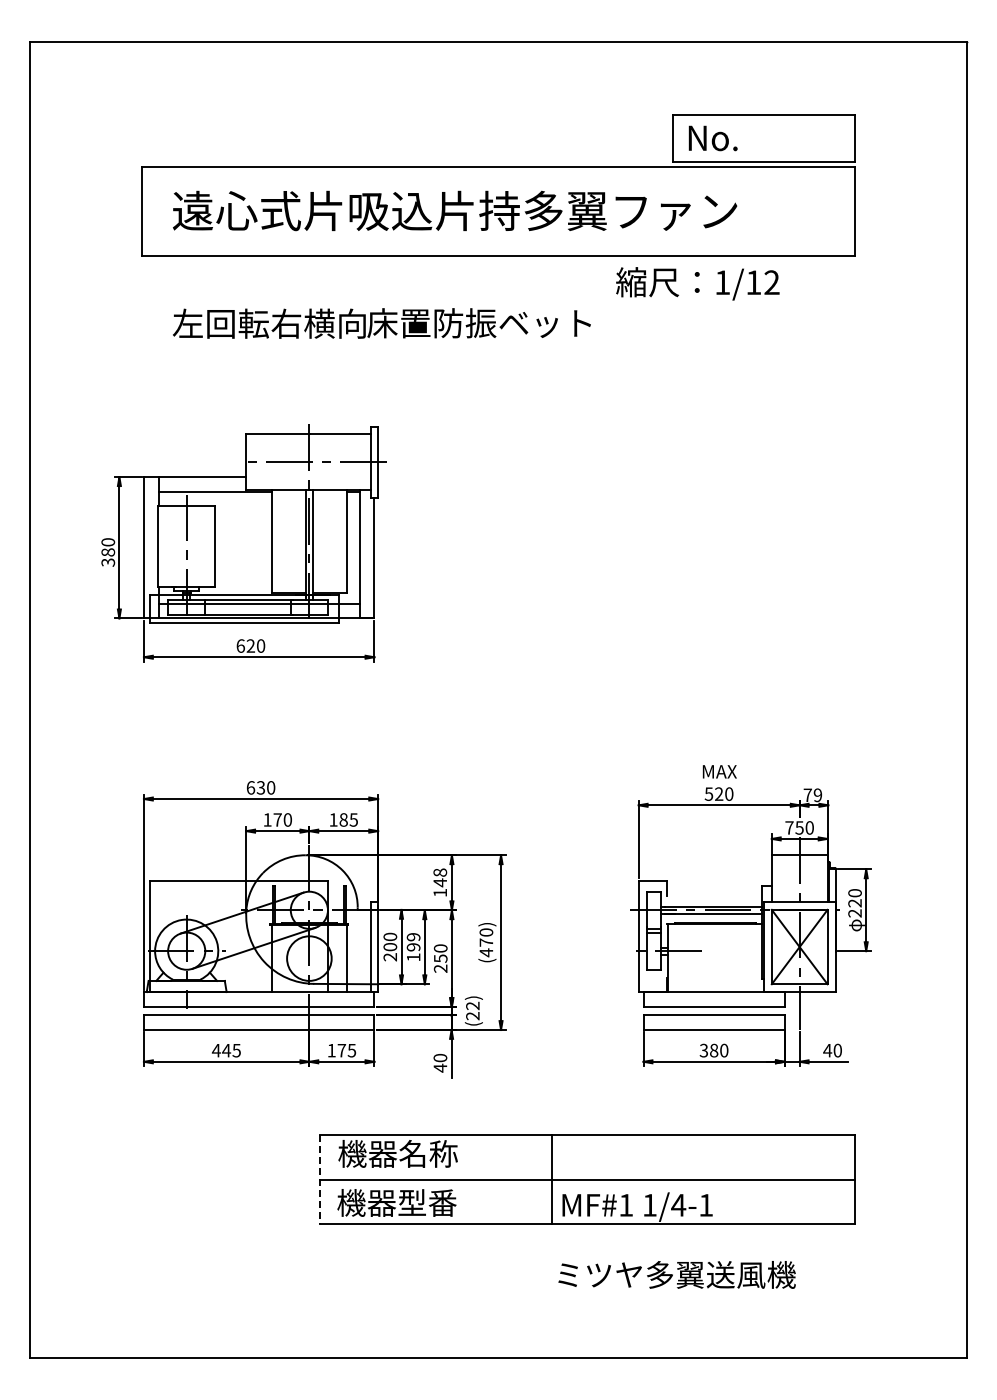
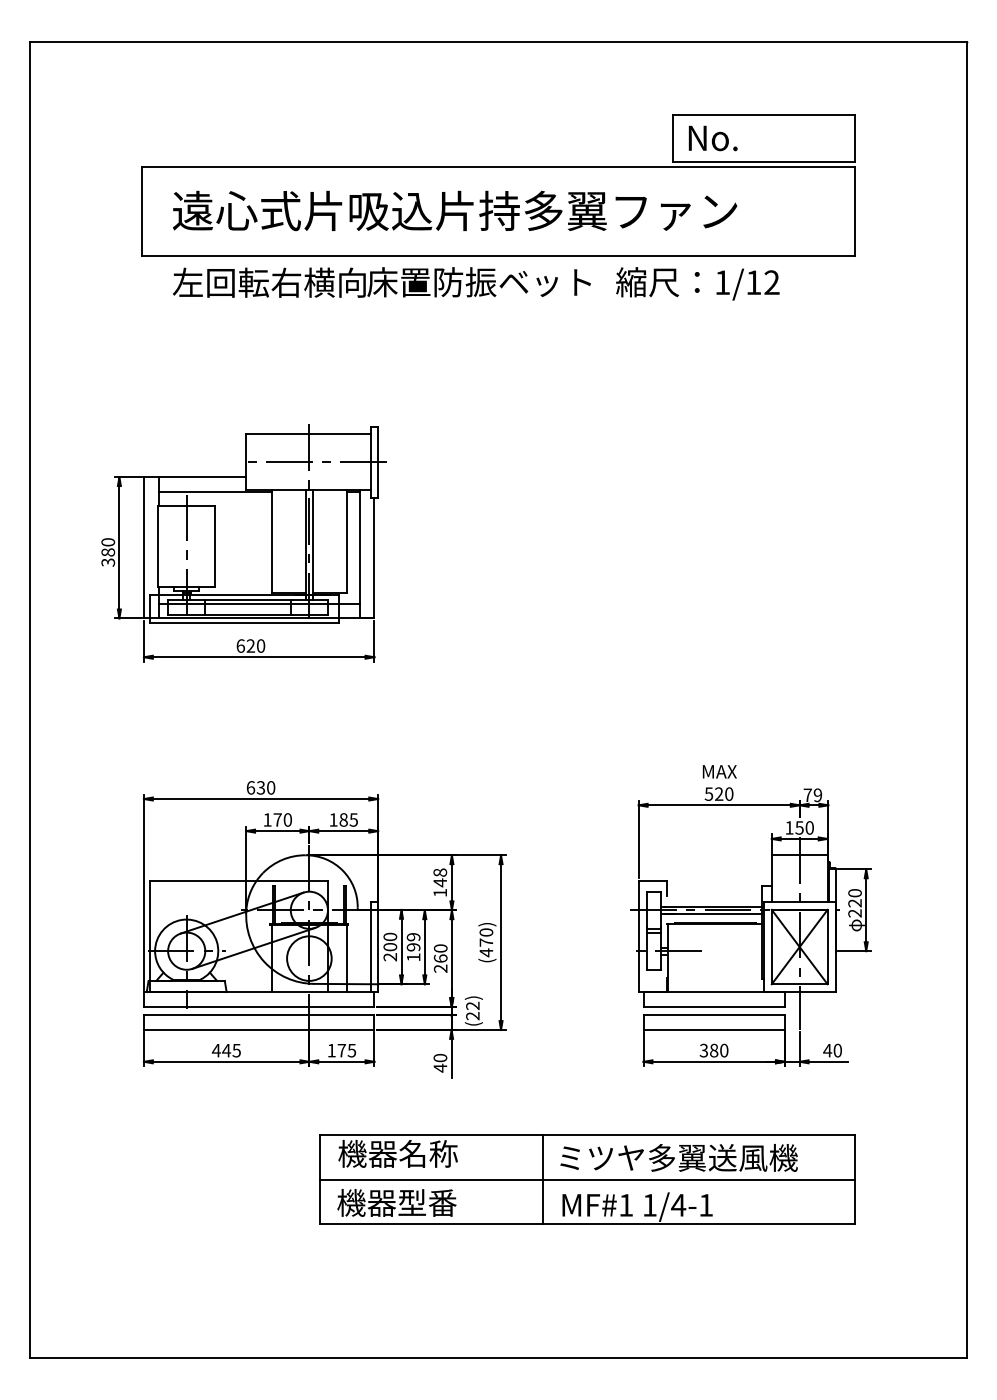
text at (381, 323) position: (381, 323) -> (381, 282)
text at (789, 827): 750 -> 150
text at (440, 958): 250 -> 260
line at (320, 1179): dashed -> solid
line at (552, 1179) position: (552, 1179) -> (543, 1179)
text at (676, 1274) position: (676, 1274) -> (678, 1157)
